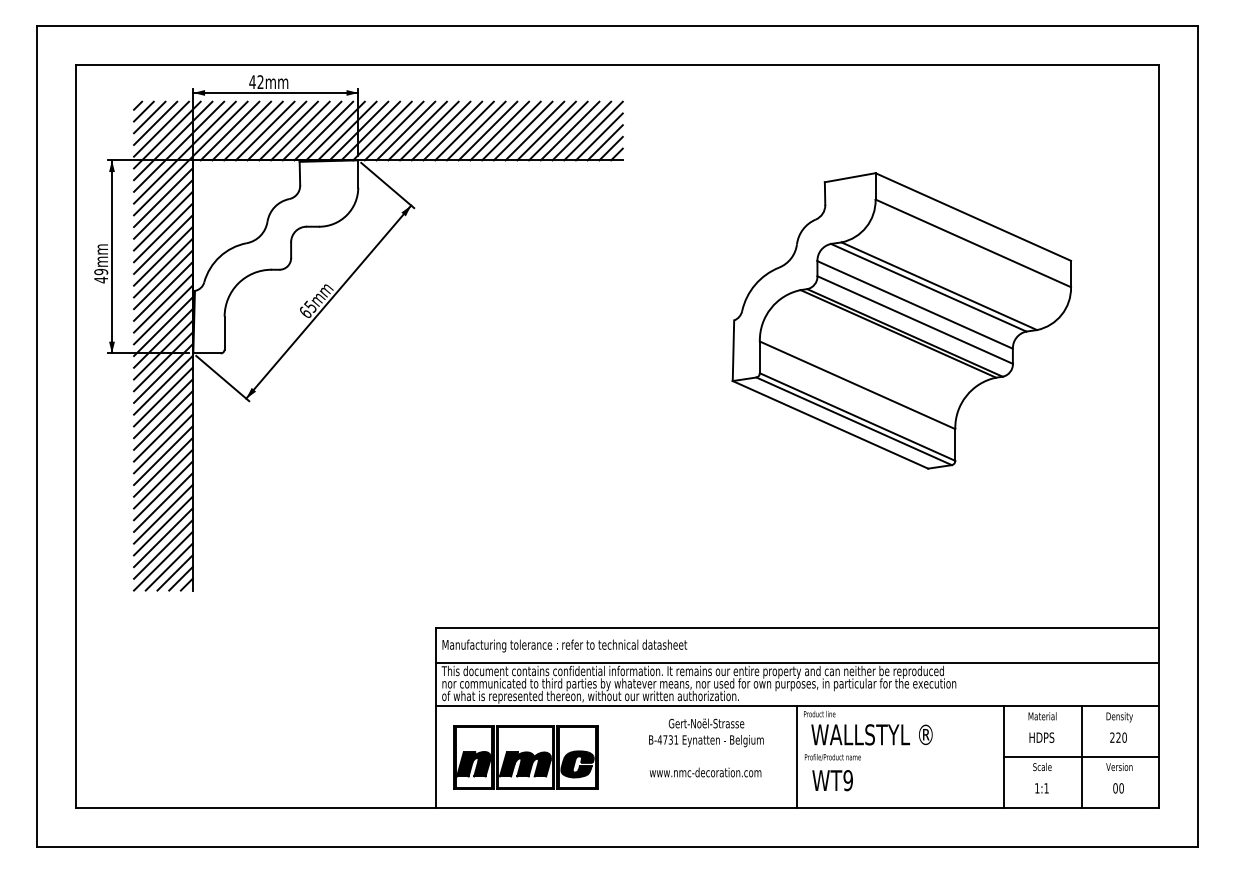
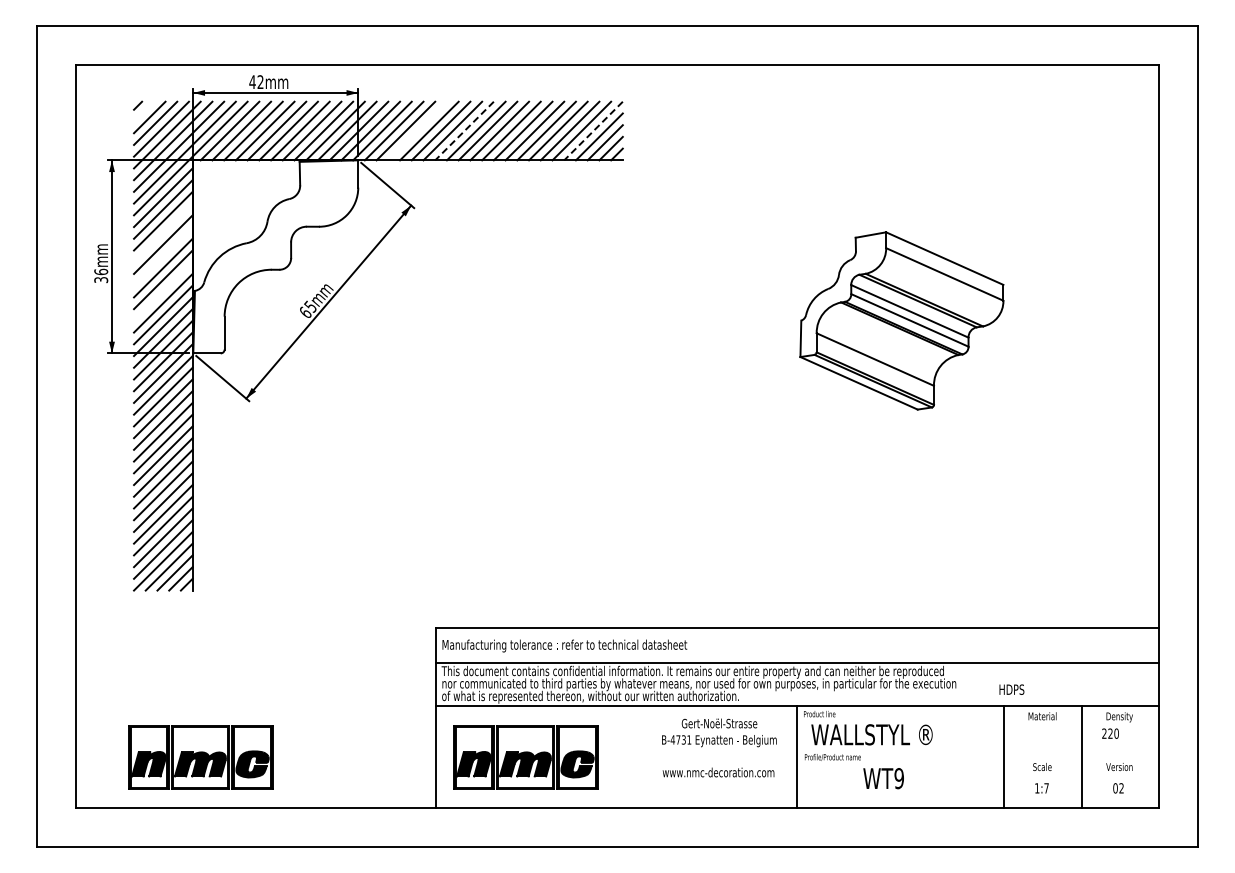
line at (143, 111): present -> none
line at (417, 130): present -> none
line at (464, 131): solid -> dashed
line at (593, 131): solid -> dashed
line at (163, 232): present -> none
line at (163, 256): present -> none
text at (101, 275): 49mm -> 36mm
line at (163, 291): present -> none
part at (901, 320) size: 342x298 px -> 206x180 px
text at (1041, 737) position: (1041, 737) -> (1011, 689)
text at (1118, 737) position: (1118, 737) -> (1110, 733)
text at (706, 747) position: (706, 747) -> (719, 747)
part at (200, 757): none -> present
line at (1081, 757): present -> none
text at (832, 780) position: (832, 780) -> (883, 778)
text at (1046, 788): 1:1 -> 1:7
text at (1121, 788): 00 -> 02
